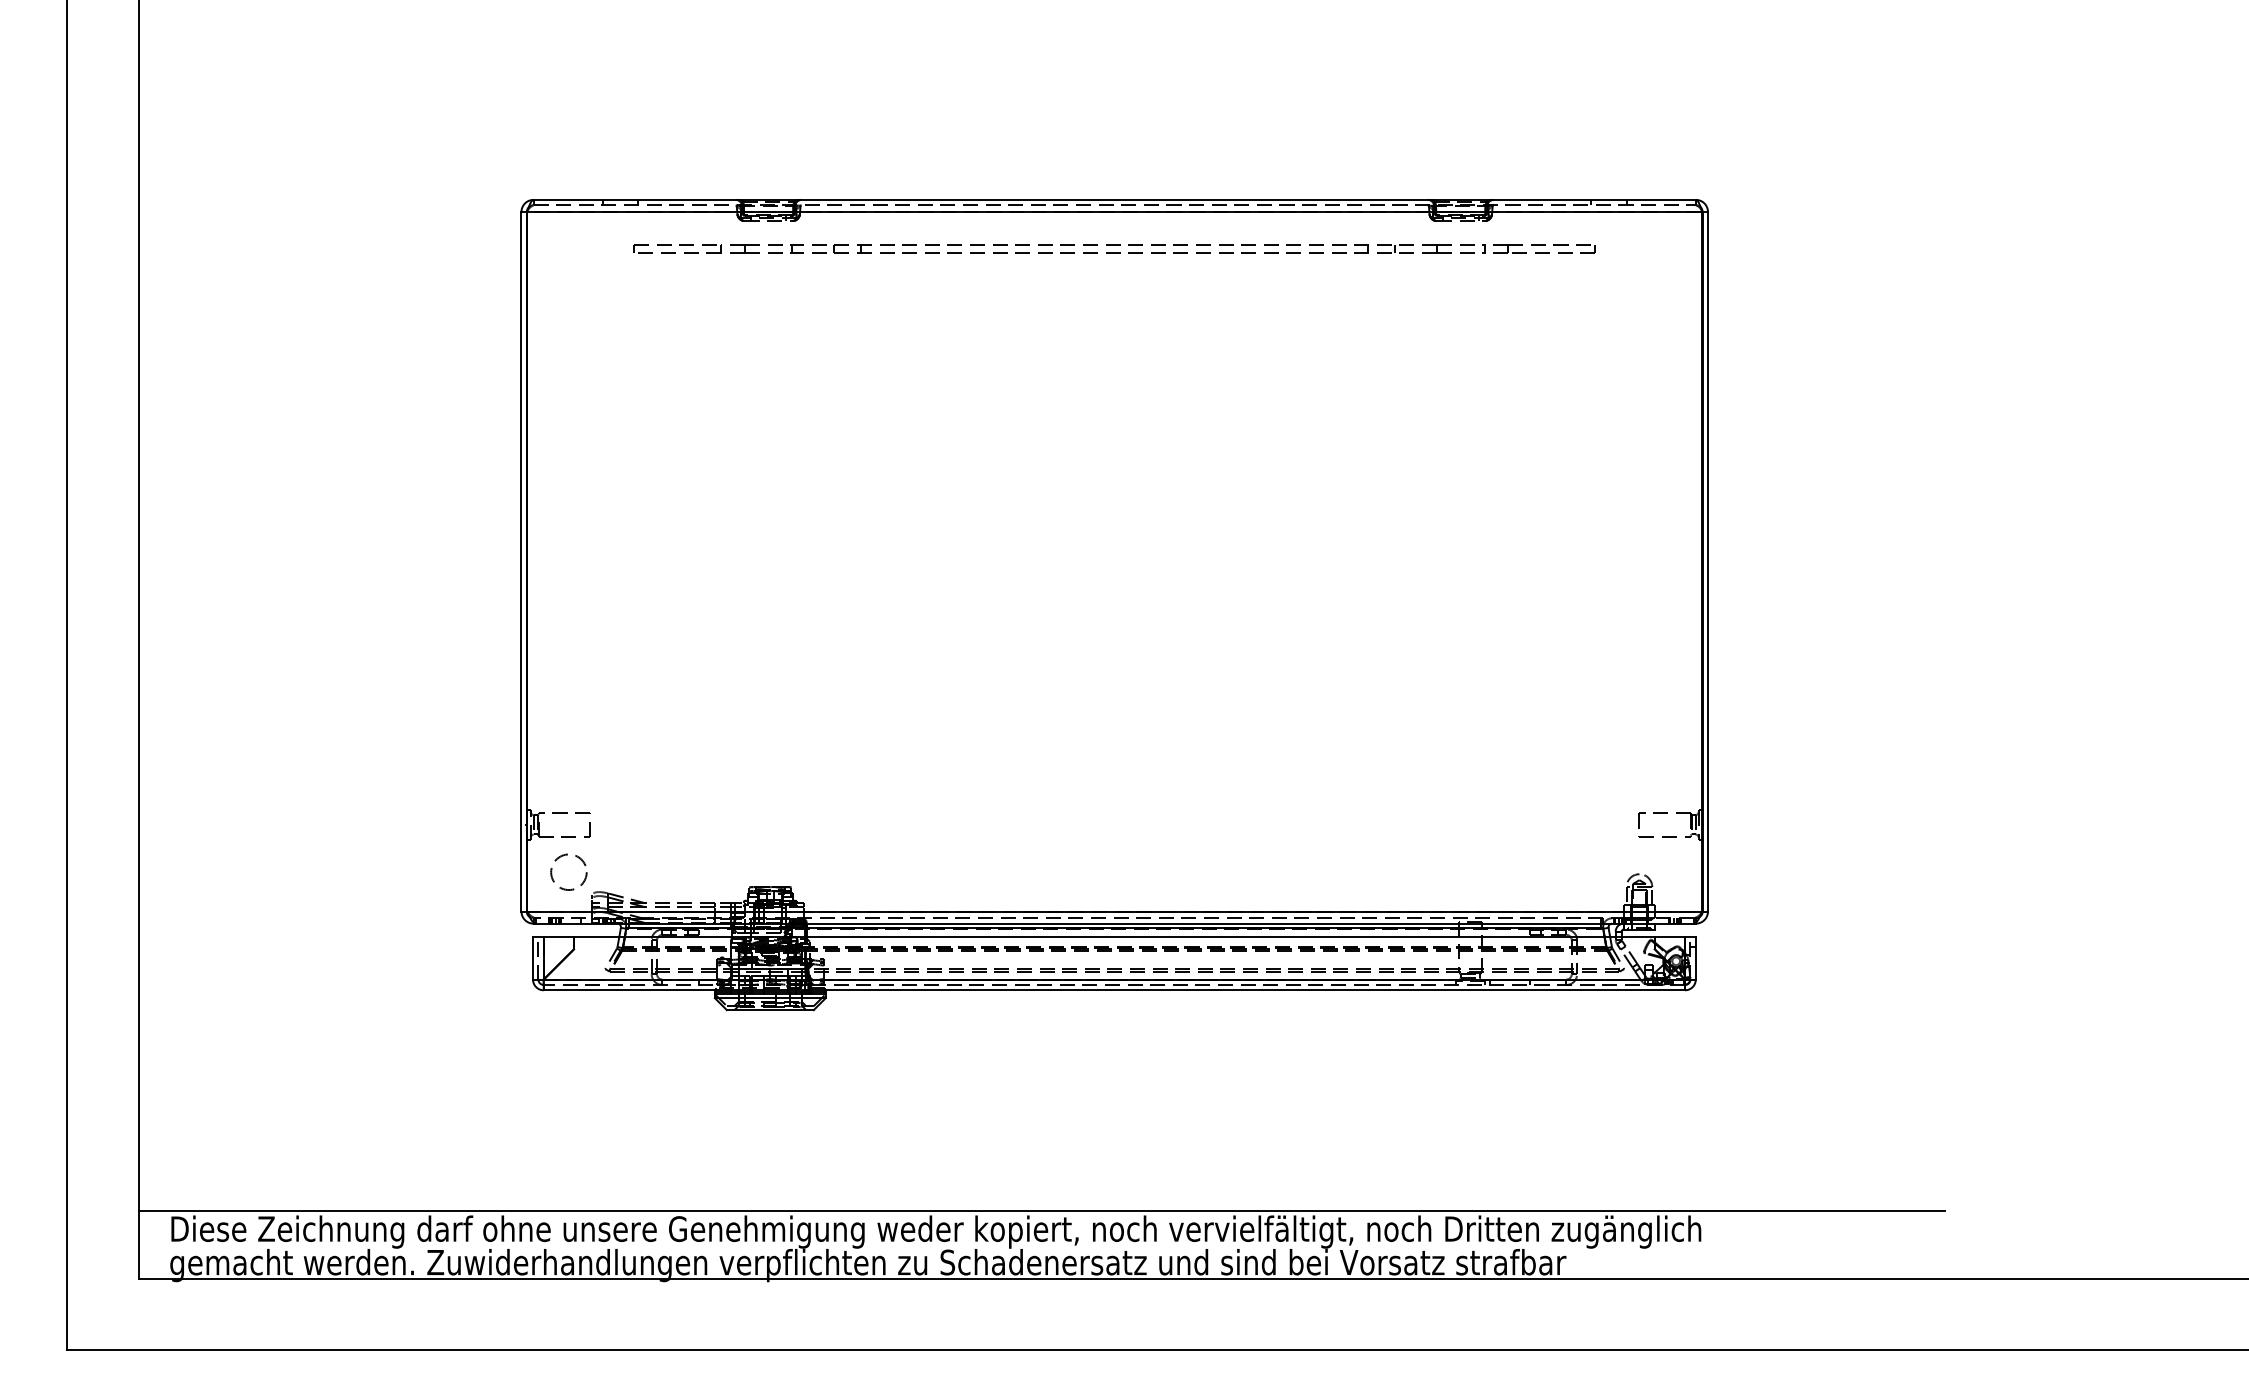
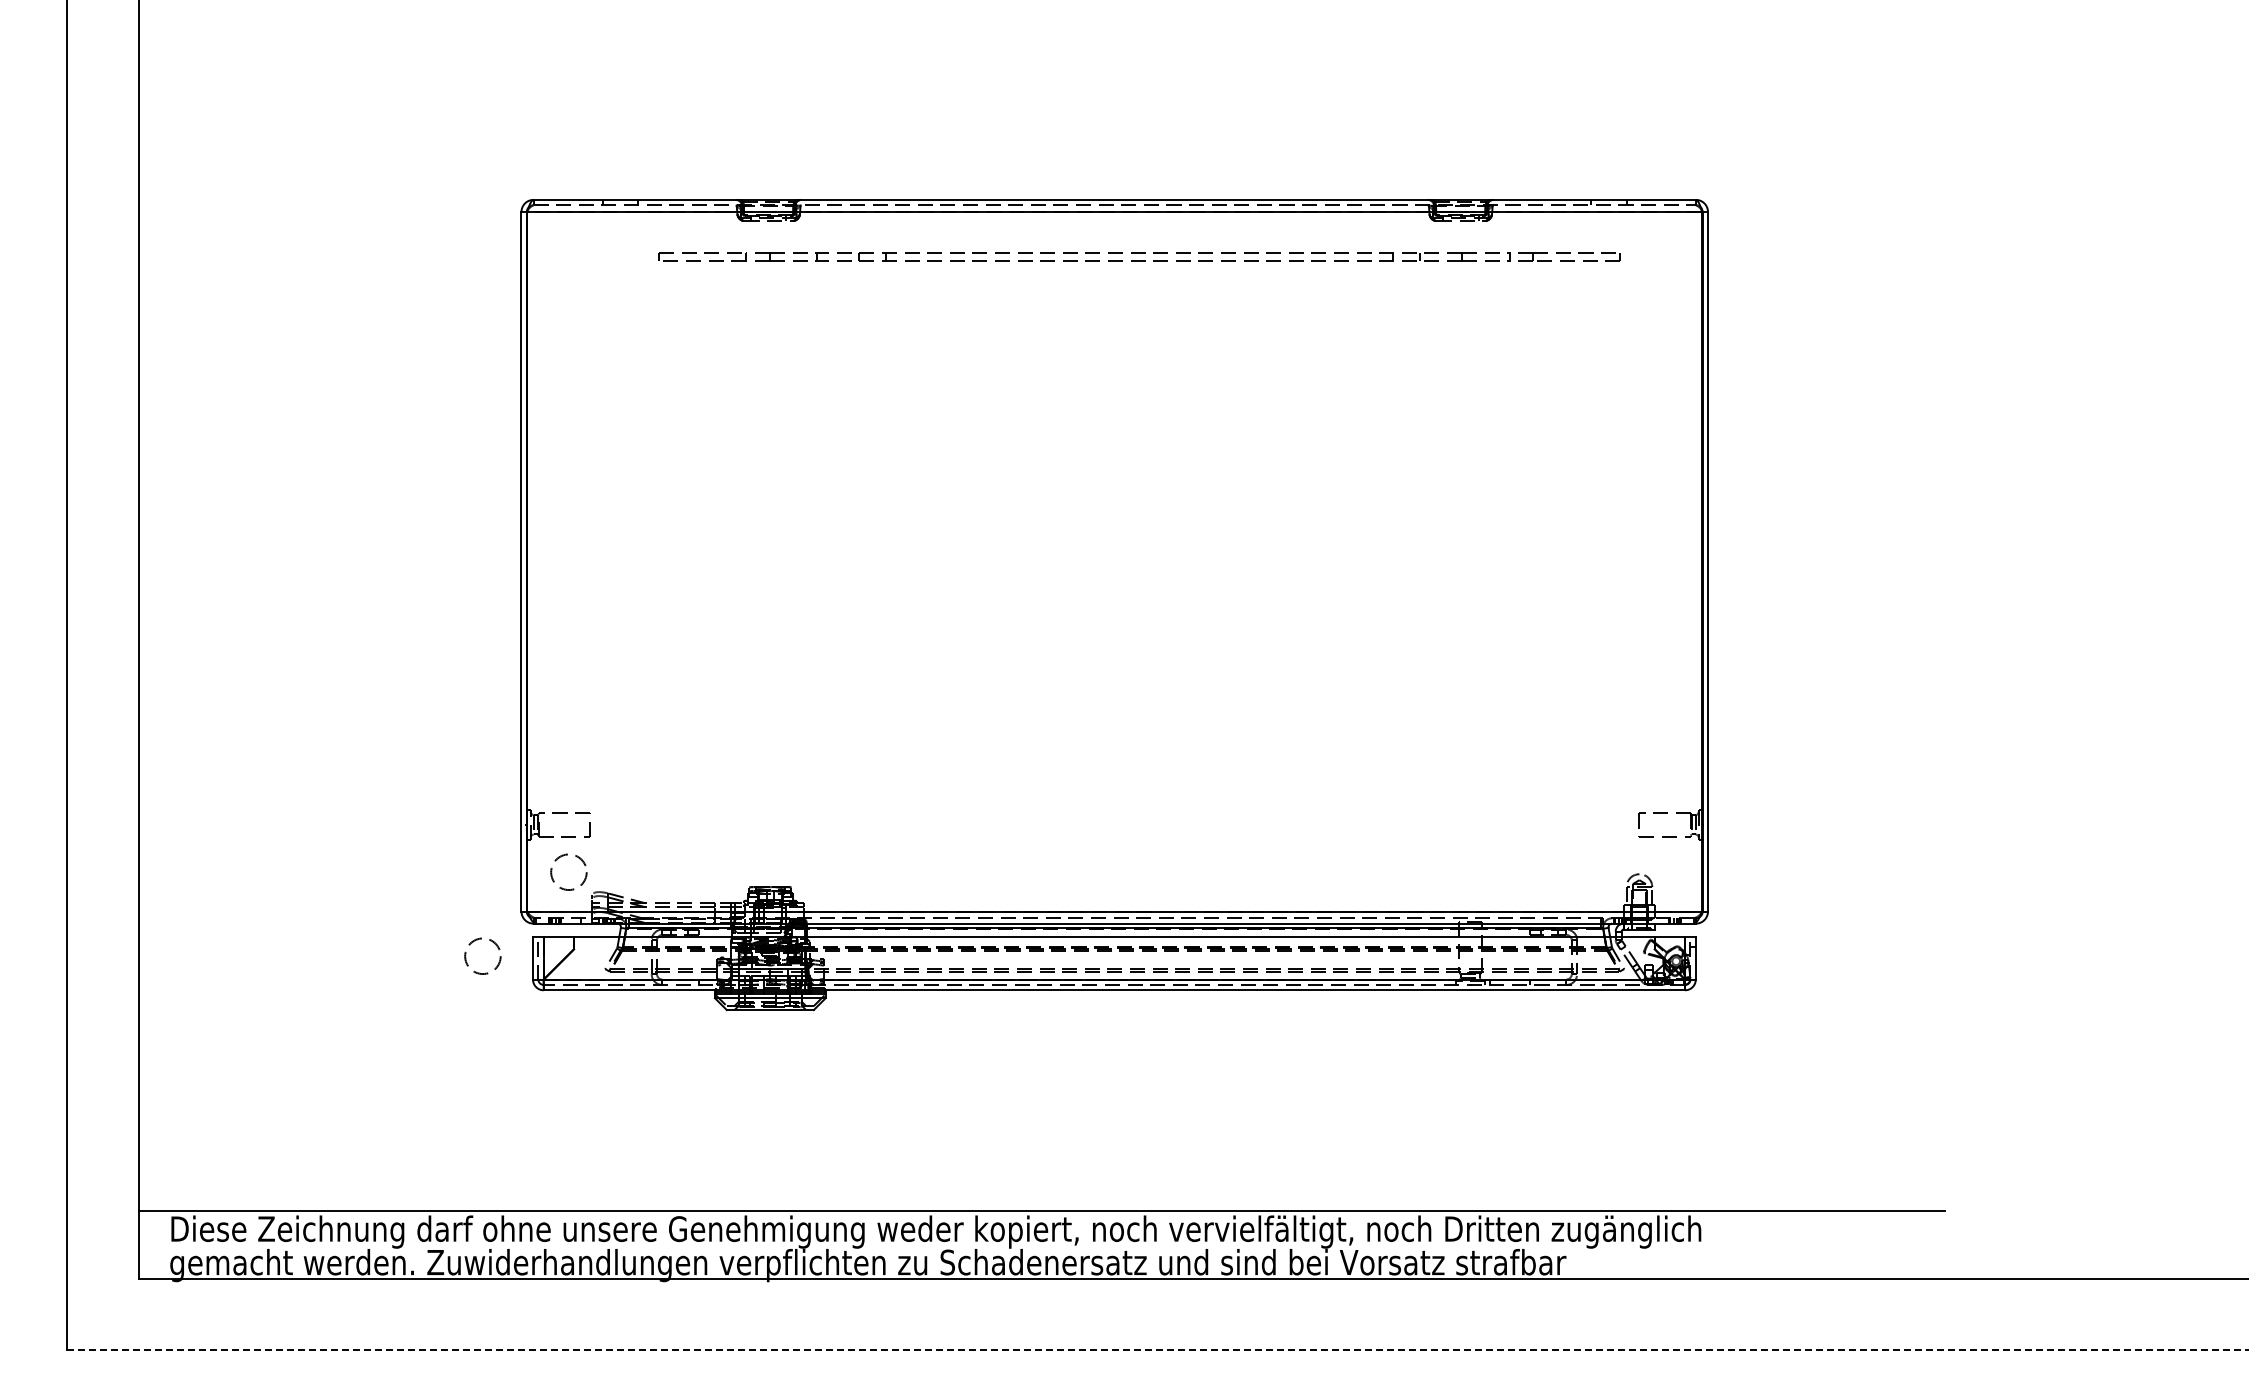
part at (1114, 248) position: (1114, 248) -> (1139, 256)
circle at (482, 955): none -> present
line at (1158, 1350): solid -> dashed
